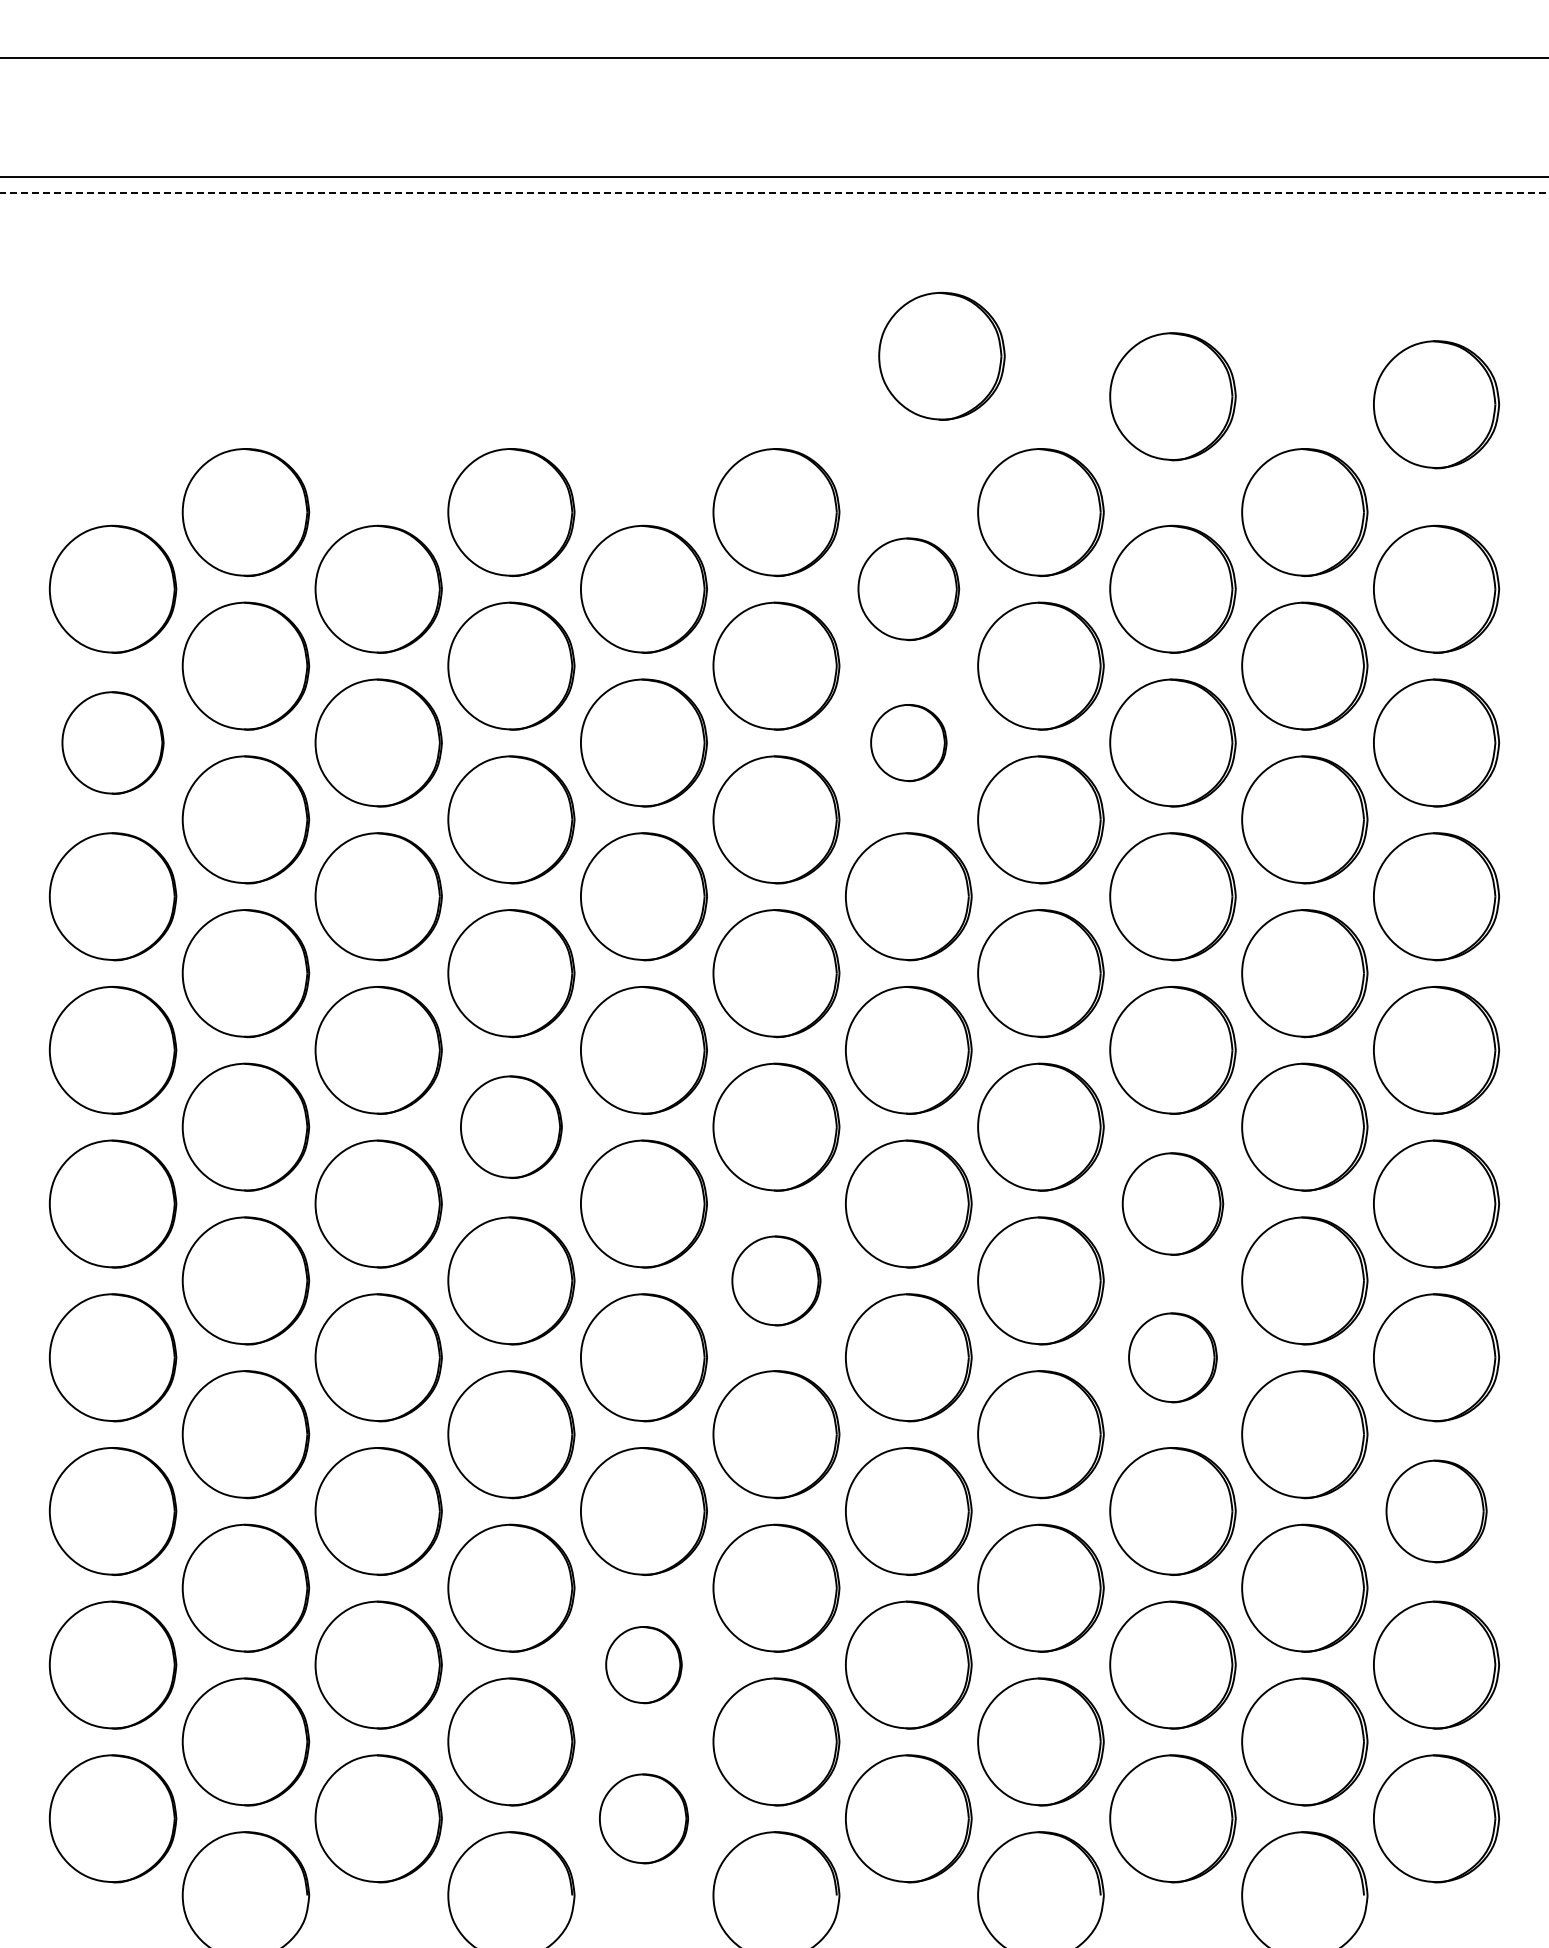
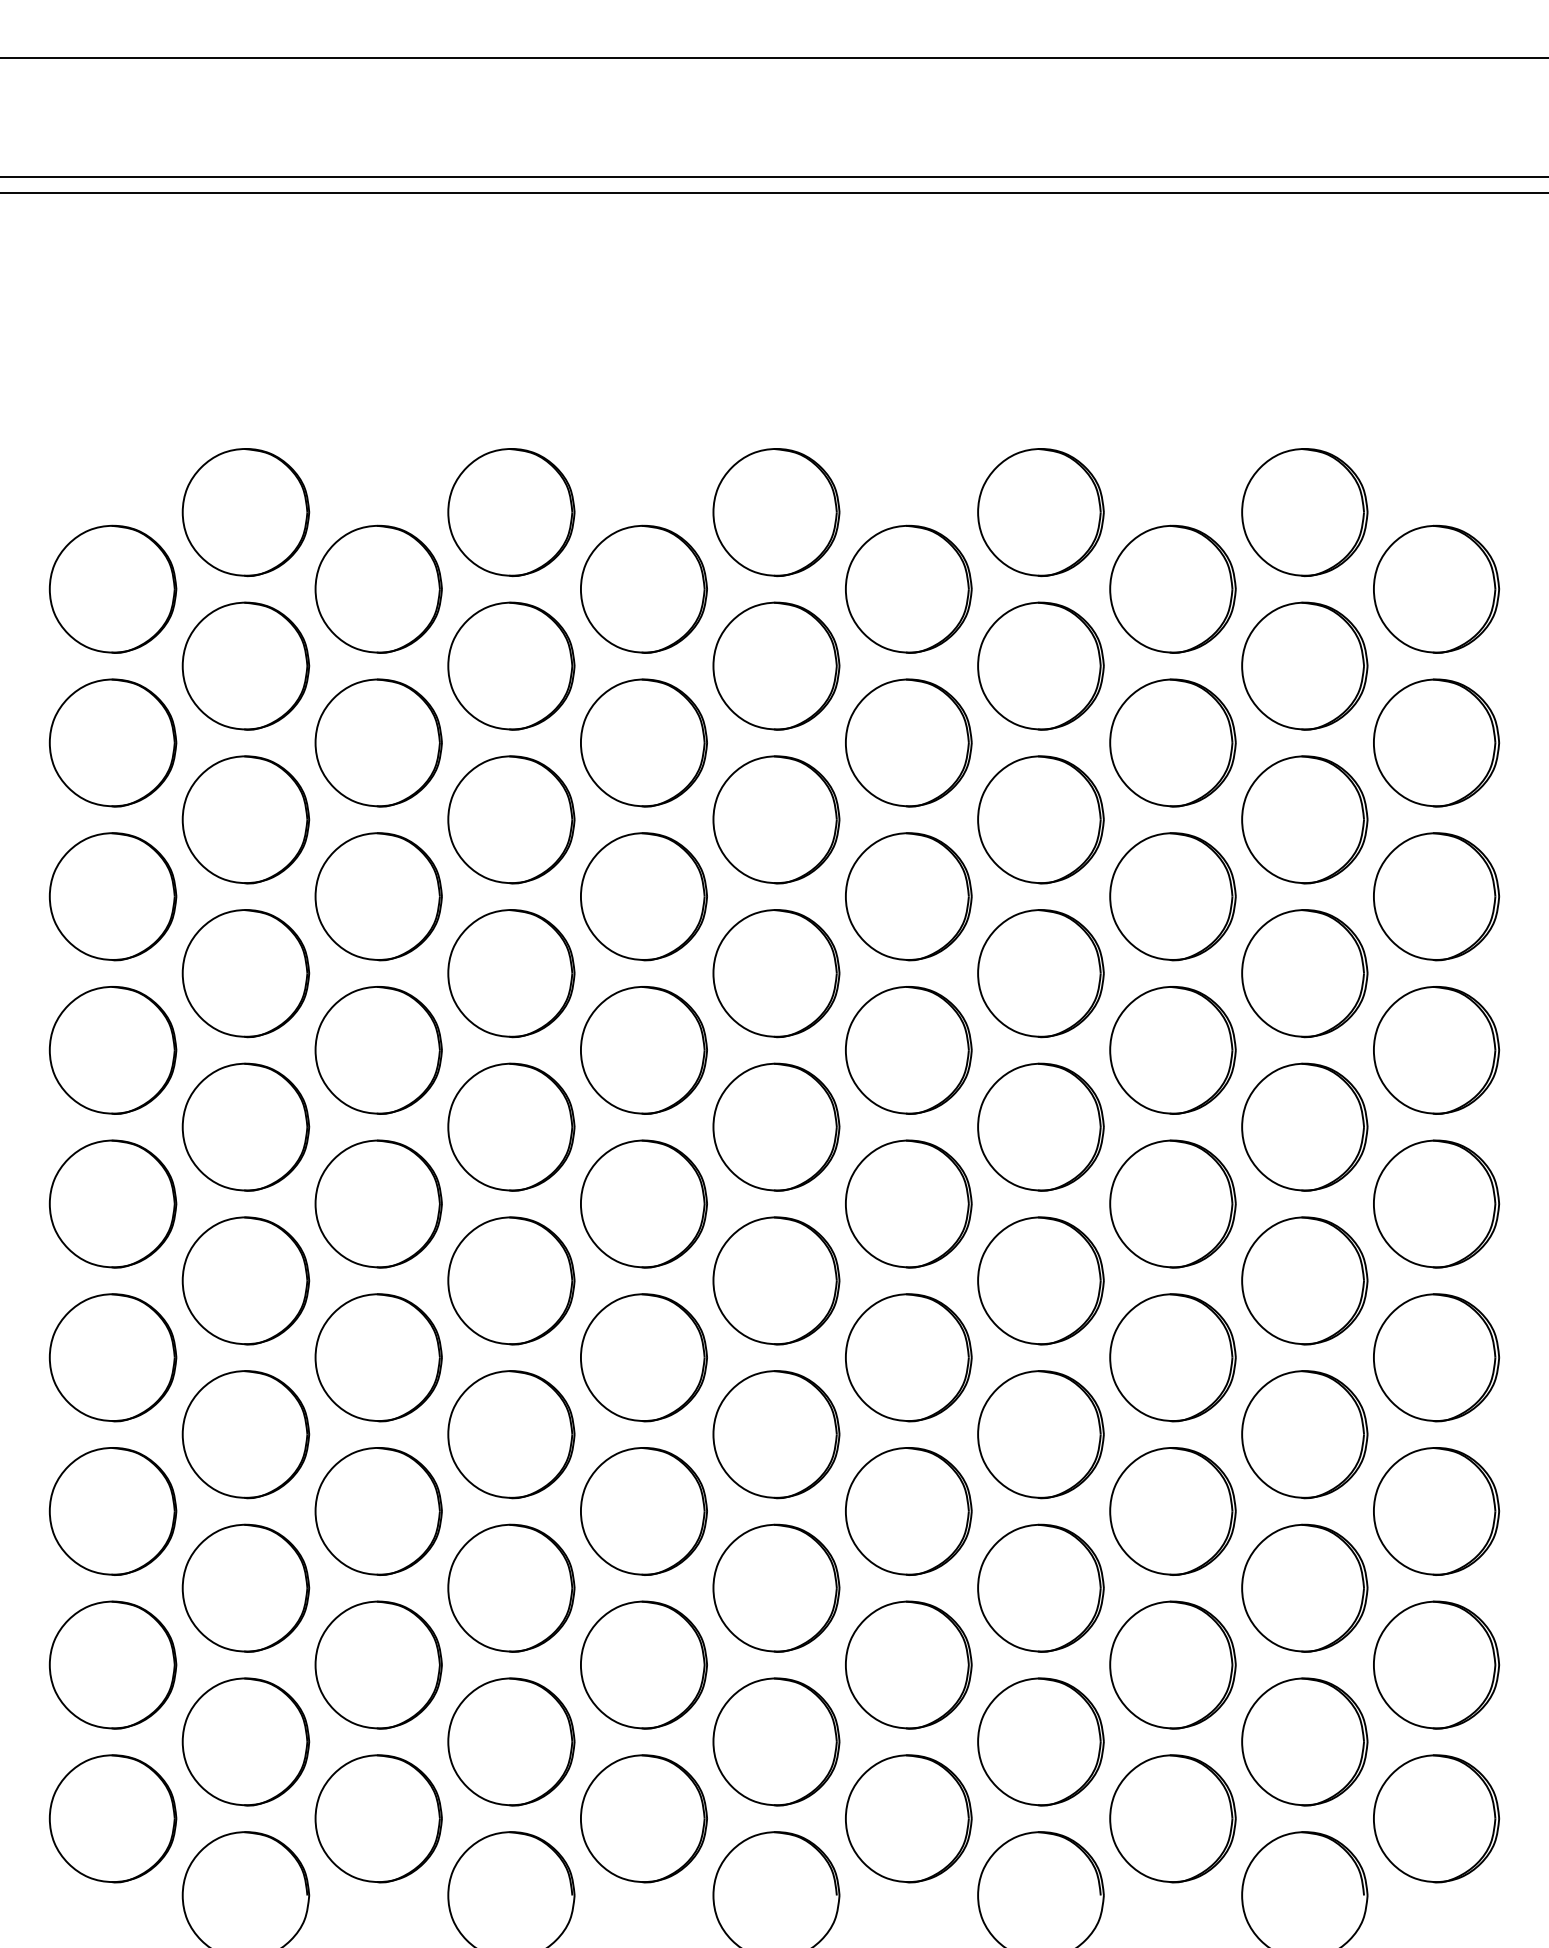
line at (773, 193): dashed -> solid
part at (941, 355): present -> none
part at (1172, 396): present -> none
part at (1436, 404): present -> none
part at (908, 589) size: 104x105 px -> 128x130 px
part at (112, 742) size: 104x104 px -> 130x130 px
part at (908, 743) size: 78x79 px -> 128x130 px
part at (511, 1126) size: 103x104 px -> 129x130 px
part at (1172, 1203) size: 104x104 px -> 128x130 px
part at (776, 1280) size: 91x92 px -> 129x130 px
part at (1172, 1357) size: 90x92 px -> 128x130 px
part at (1436, 1511) size: 103x105 px -> 128x129 px
part at (643, 1665) size: 78x79 px -> 128x130 px
part at (643, 1818) size: 90x92 px -> 128x130 px
